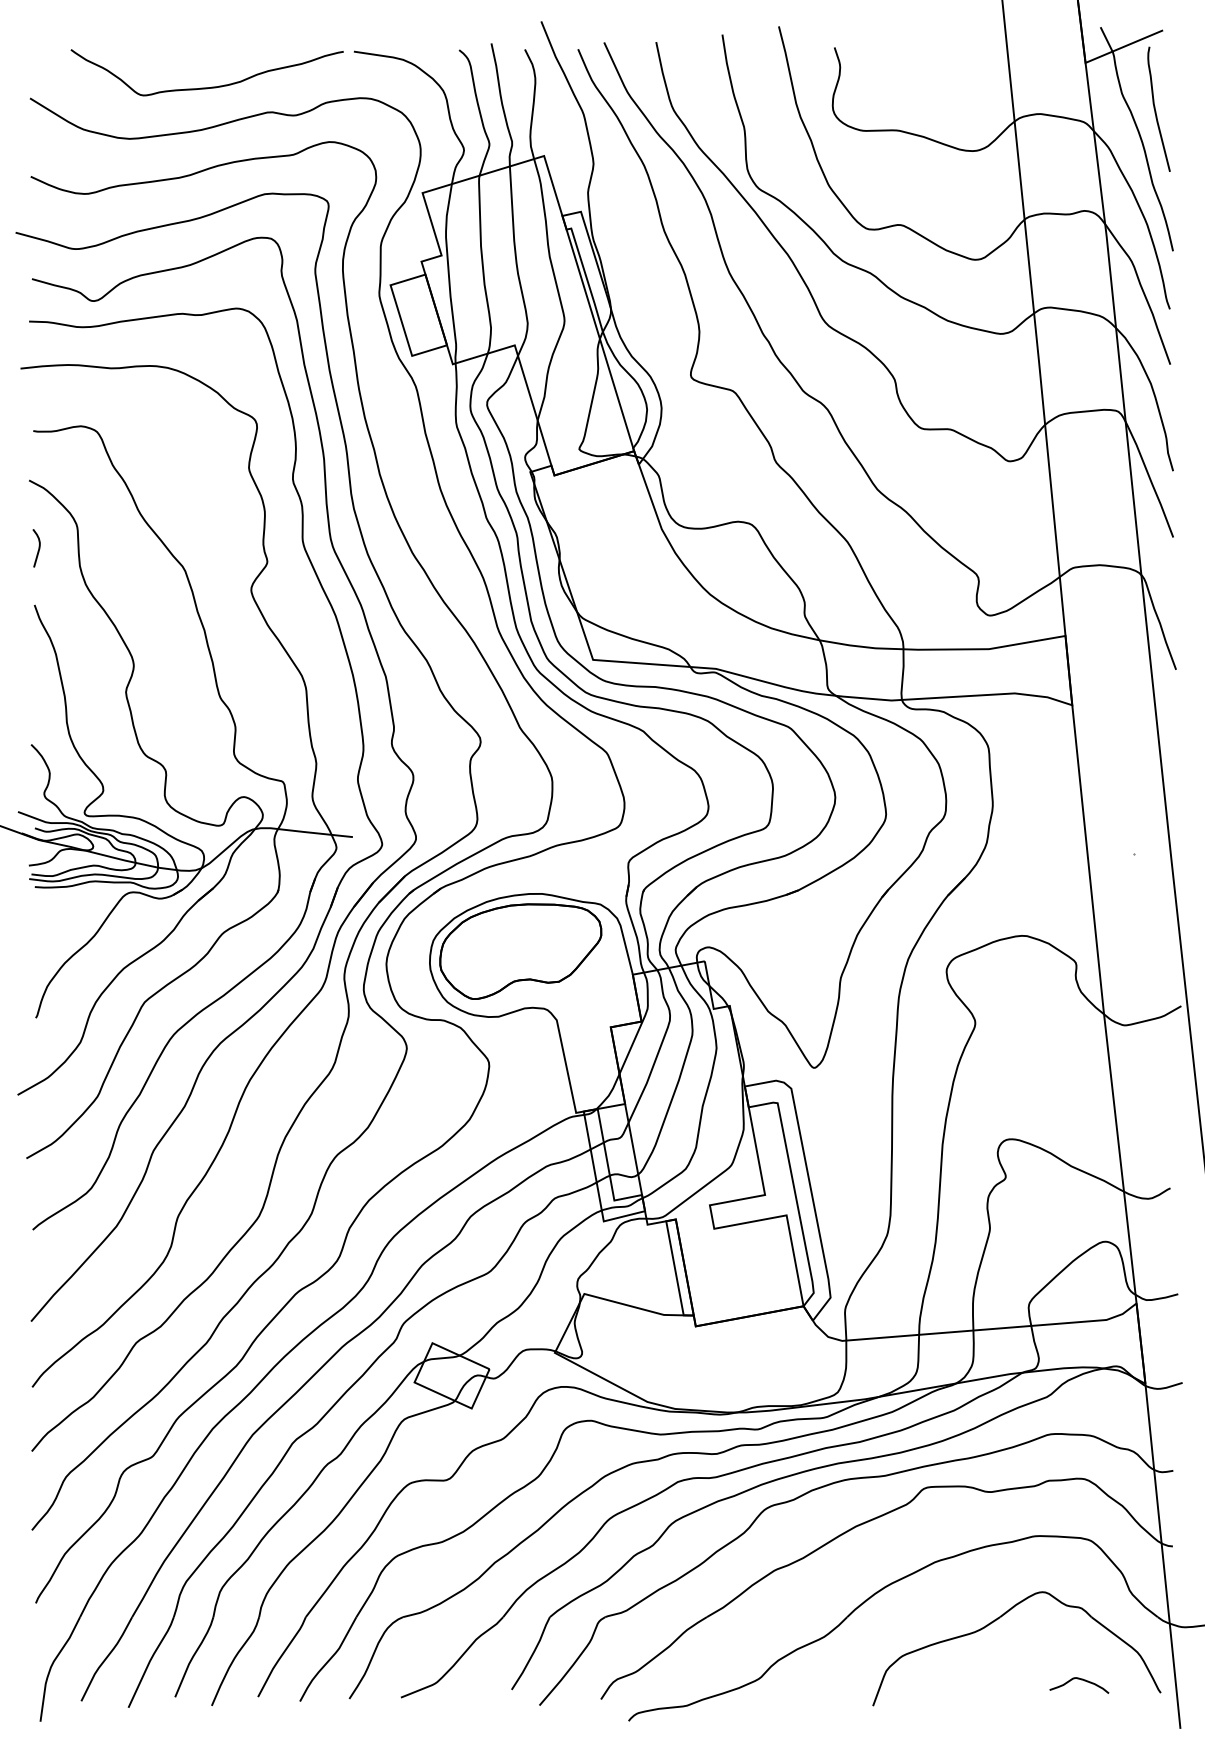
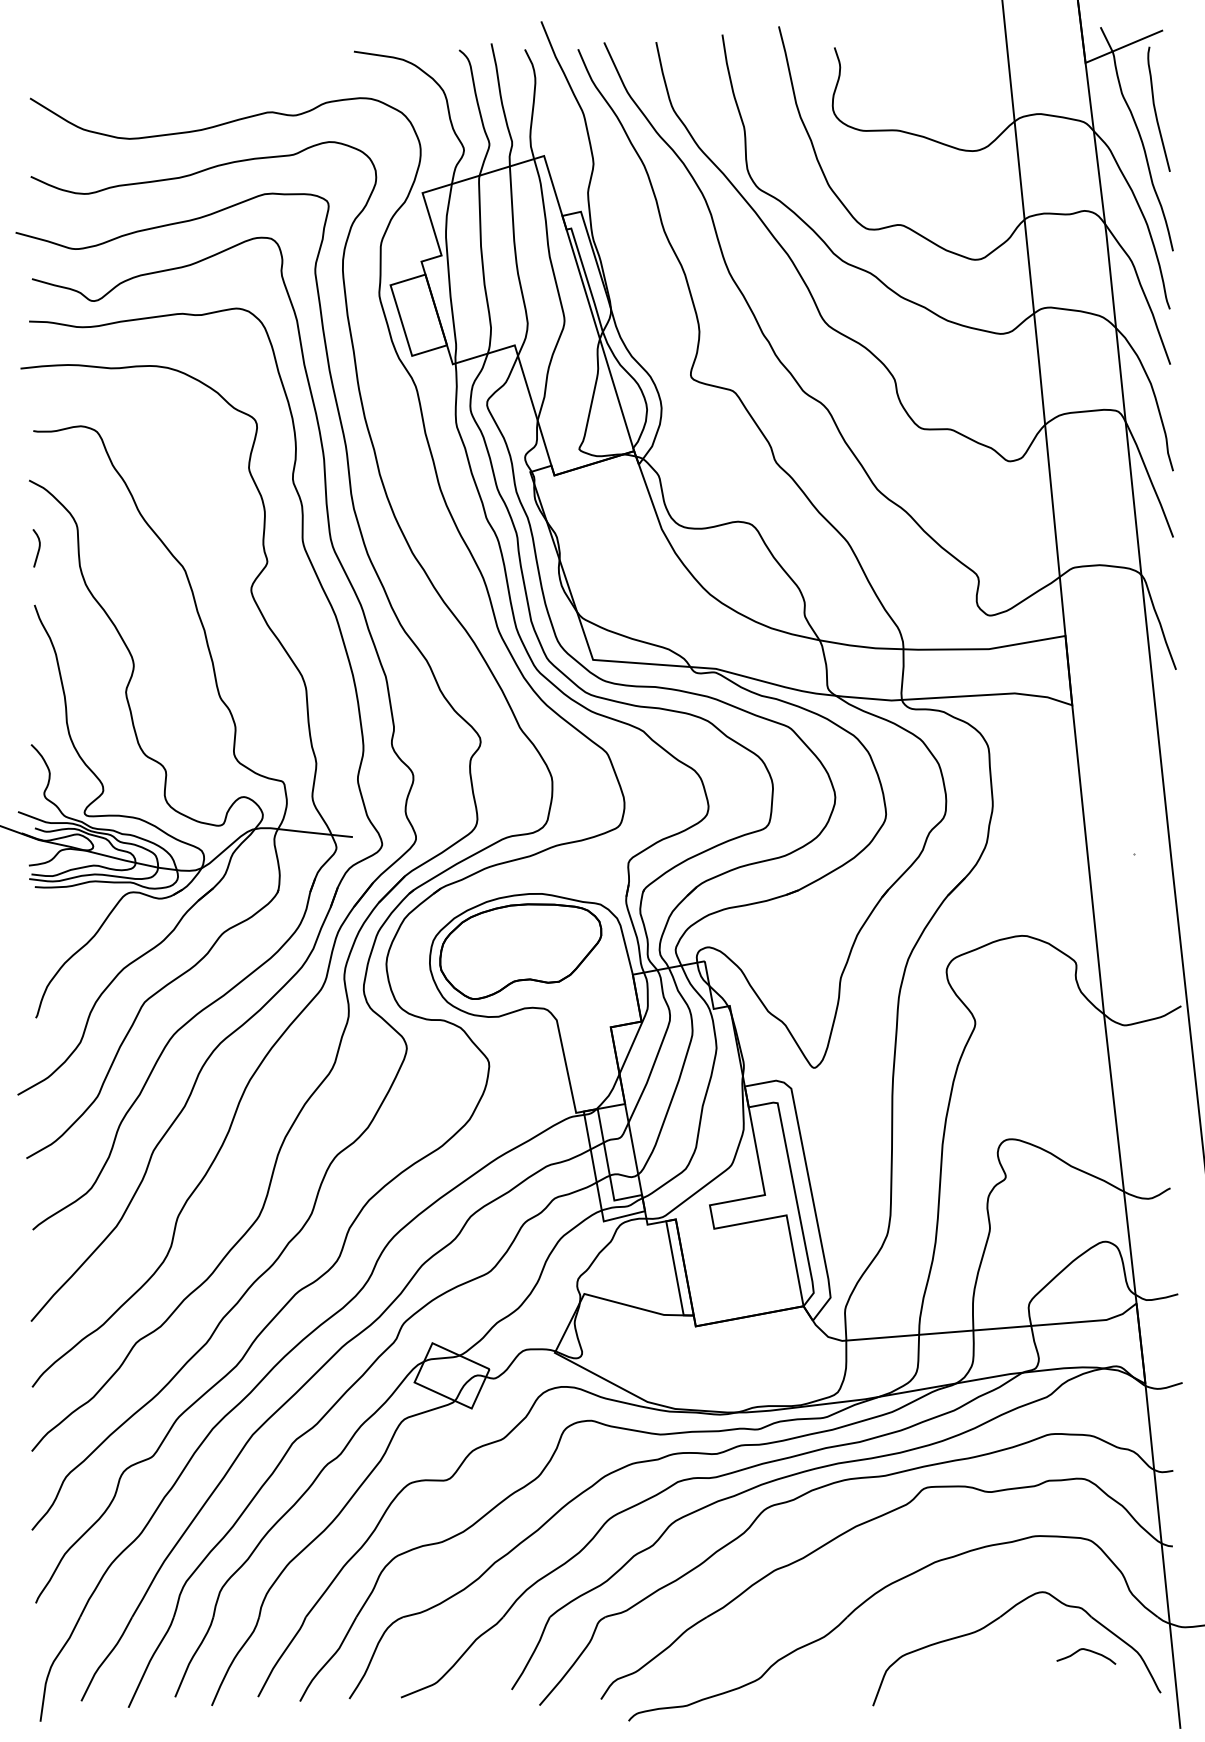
curve at (211, 86): present -> none
curve at (1081, 1680) position: (1081, 1680) -> (1088, 1651)
